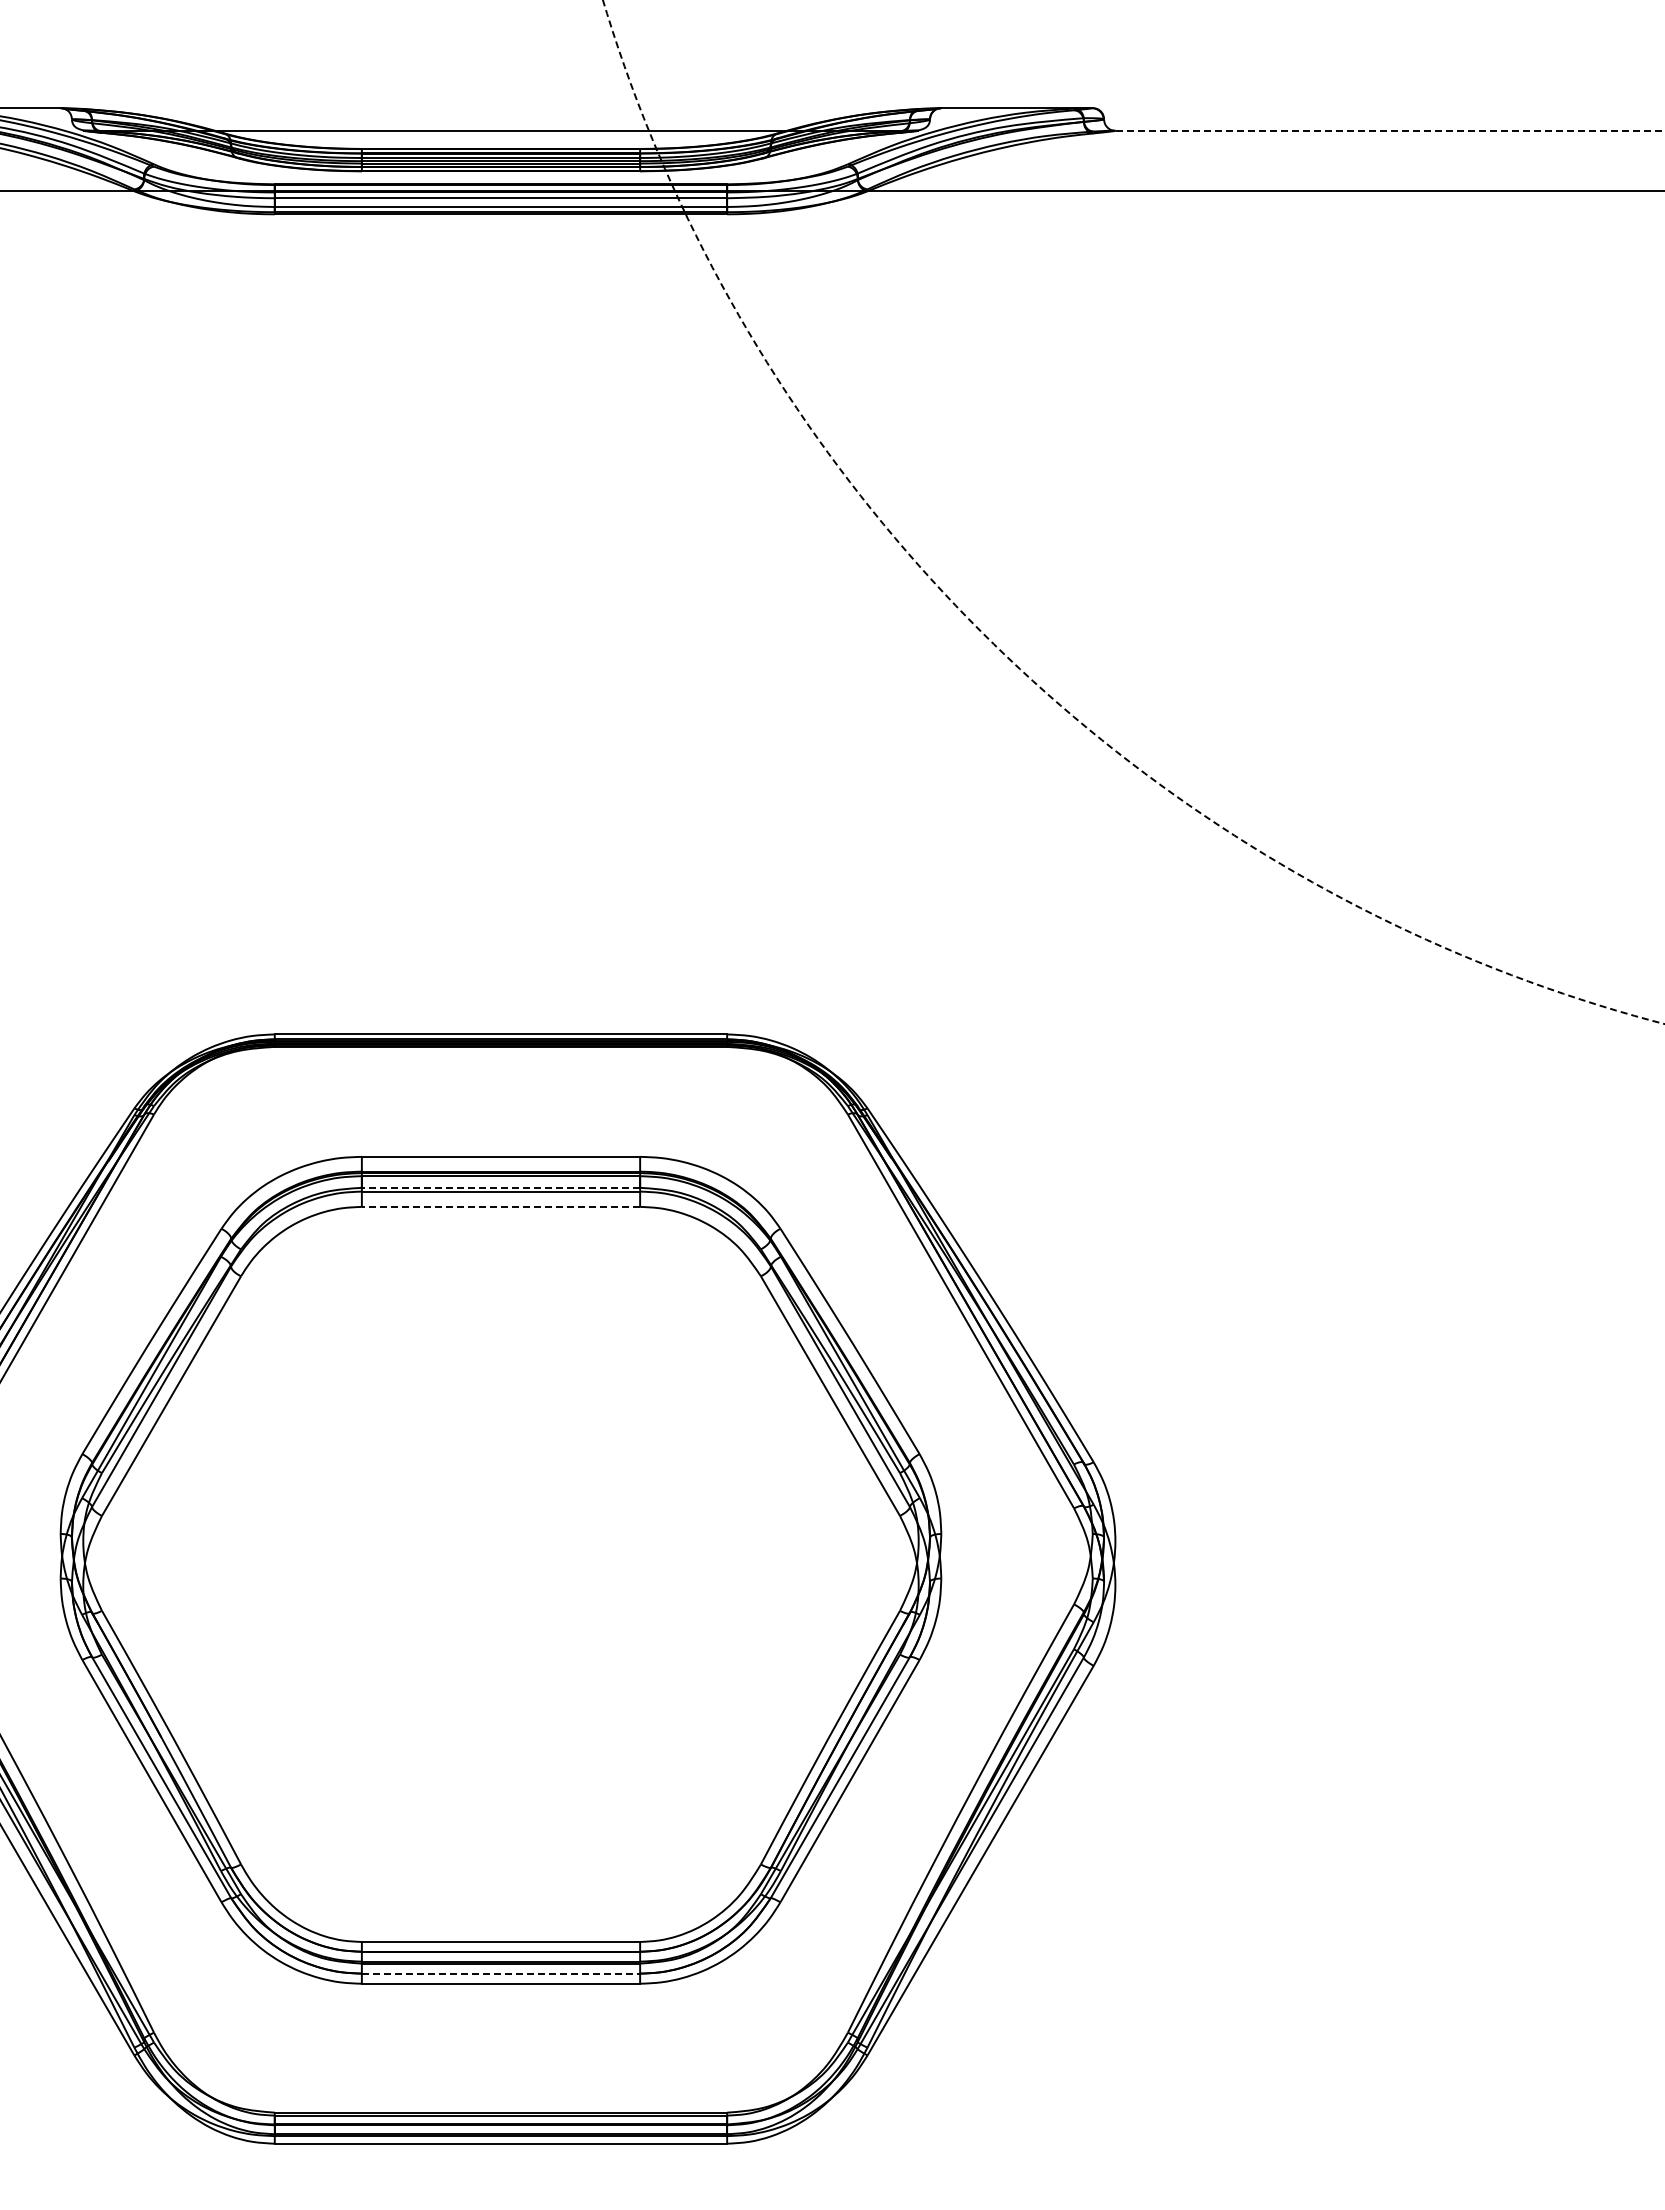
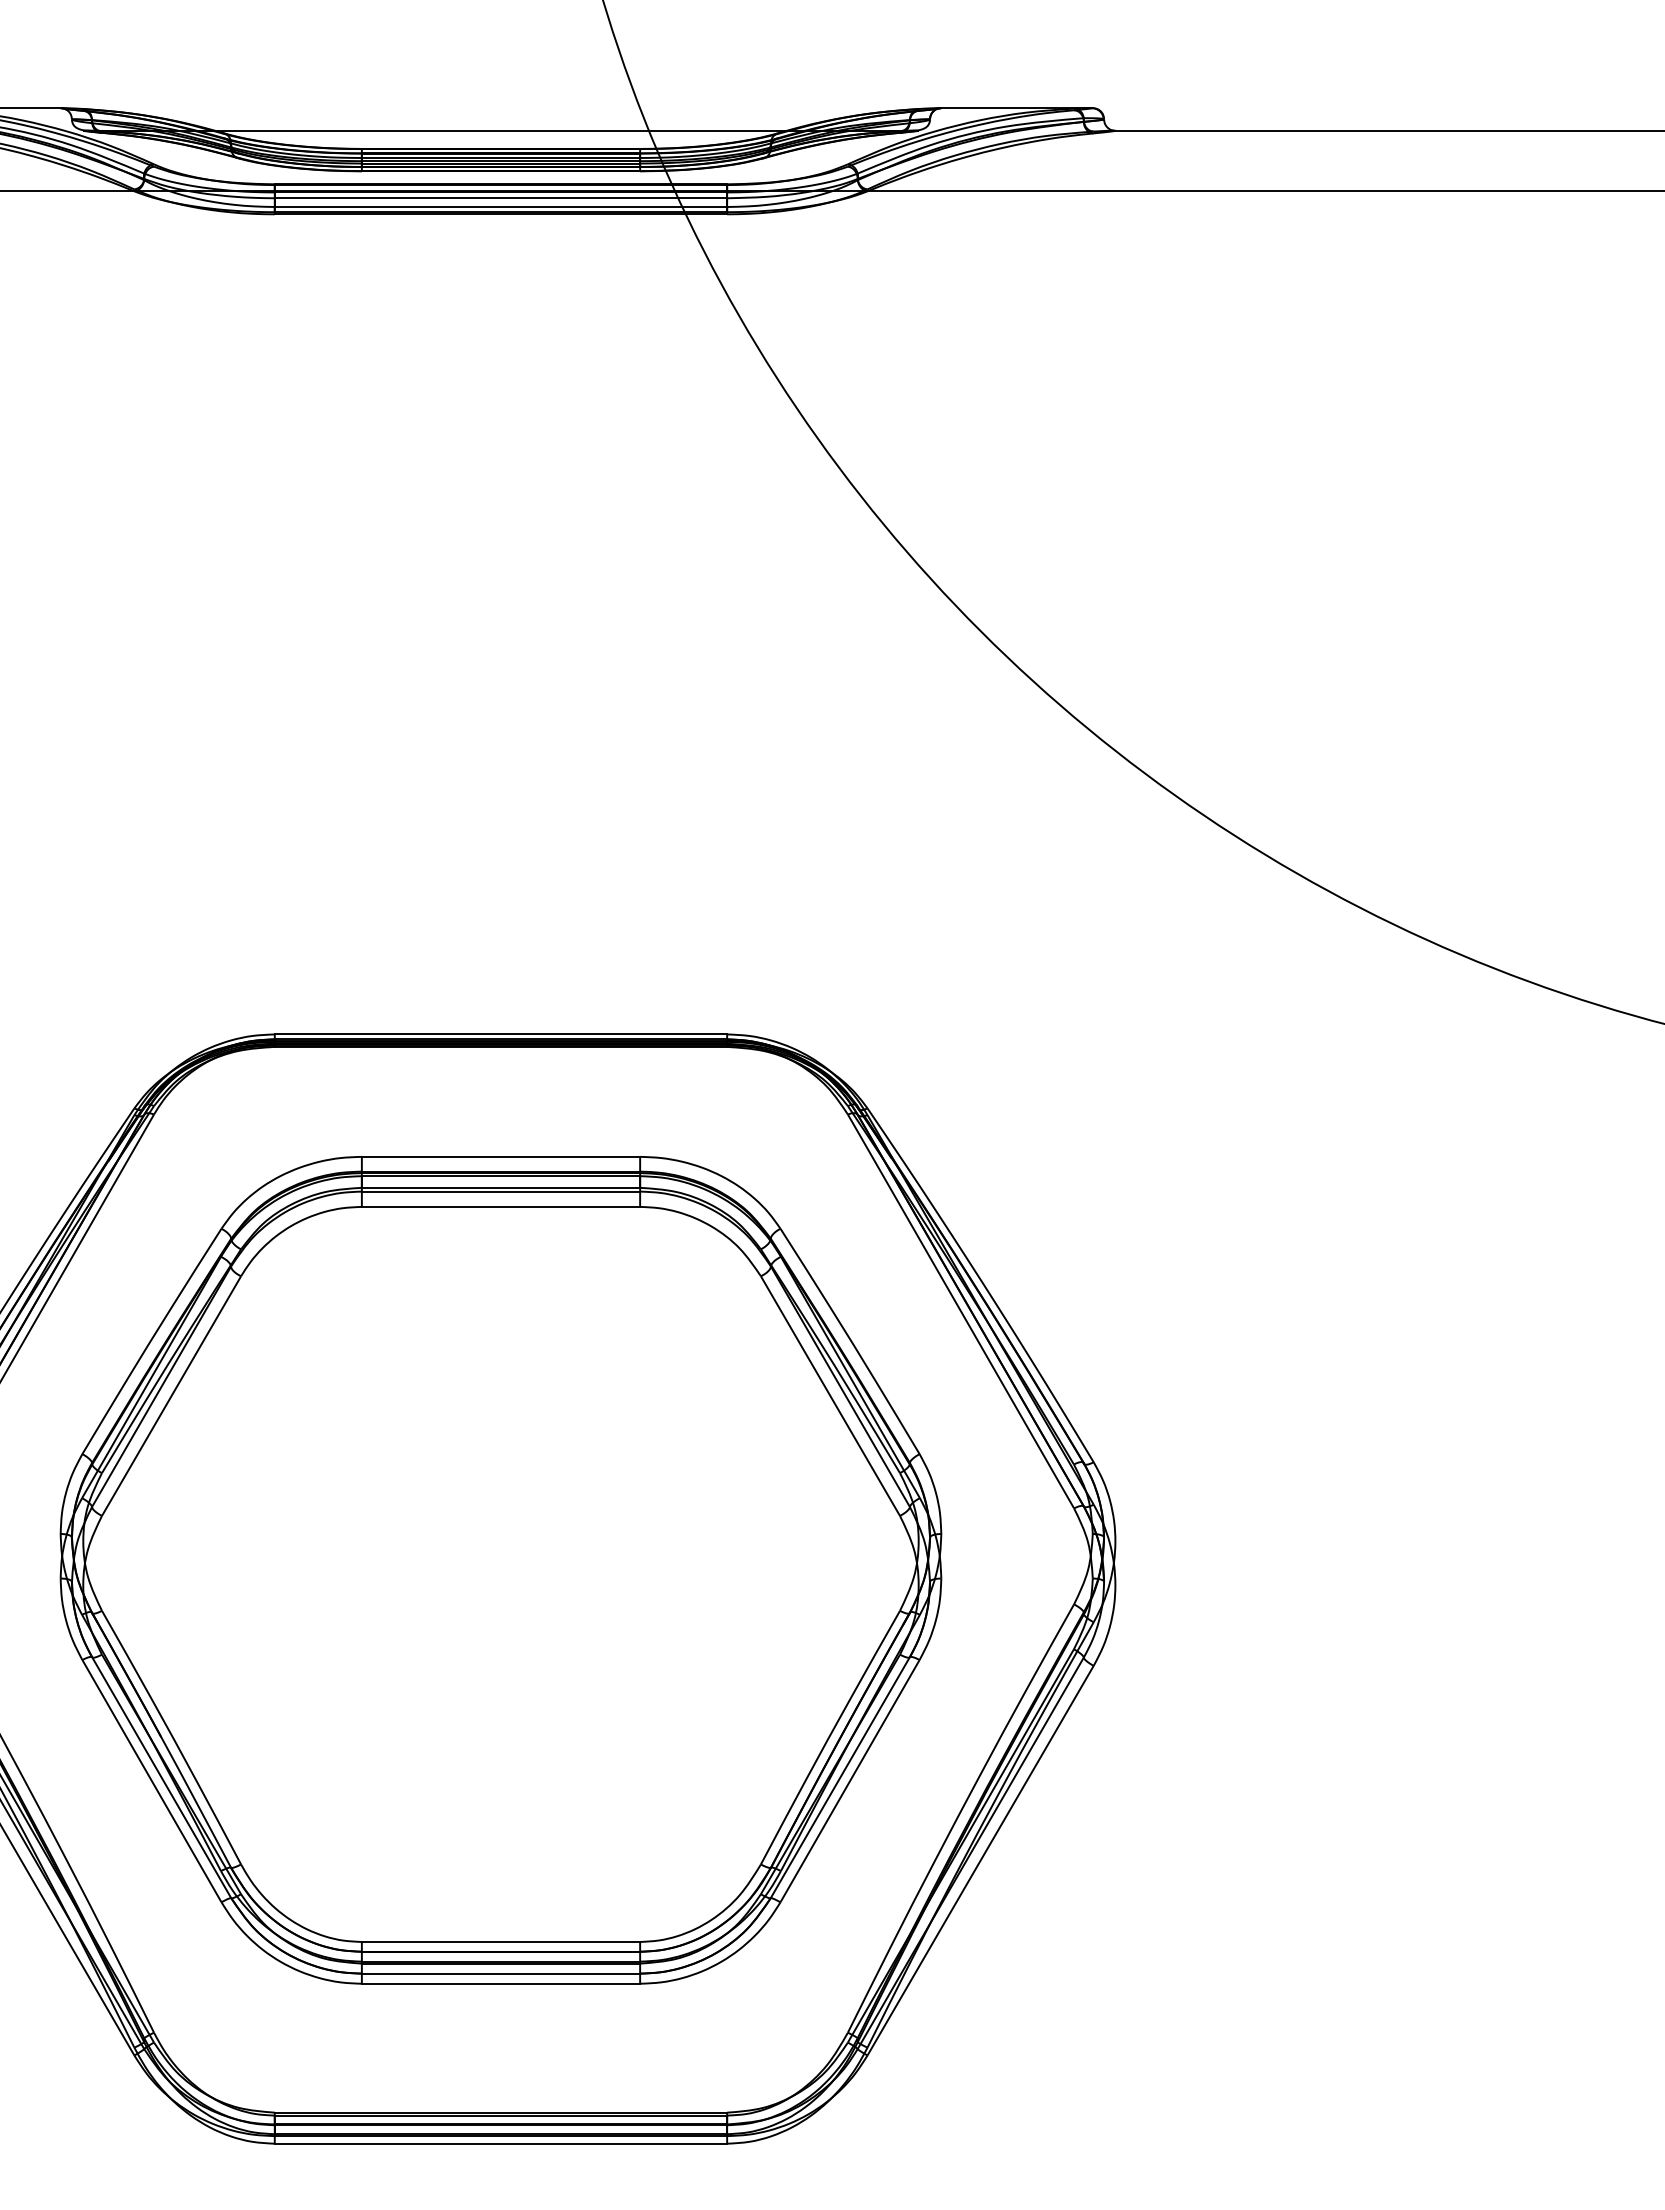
line at (1388, 130): dashed -> solid
circle at (1133, 512): dashed -> solid
line at (500, 1187): dashed -> solid
line at (500, 1206): dashed -> solid
line at (501, 1973): dashed -> solid
